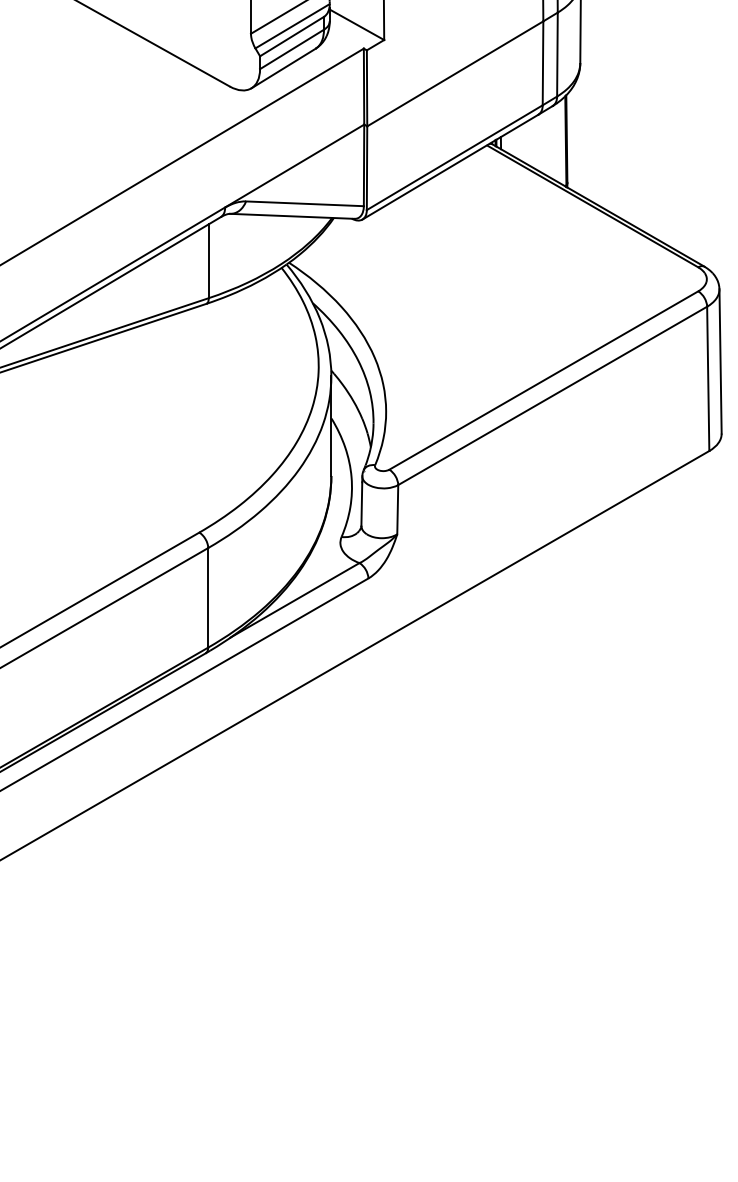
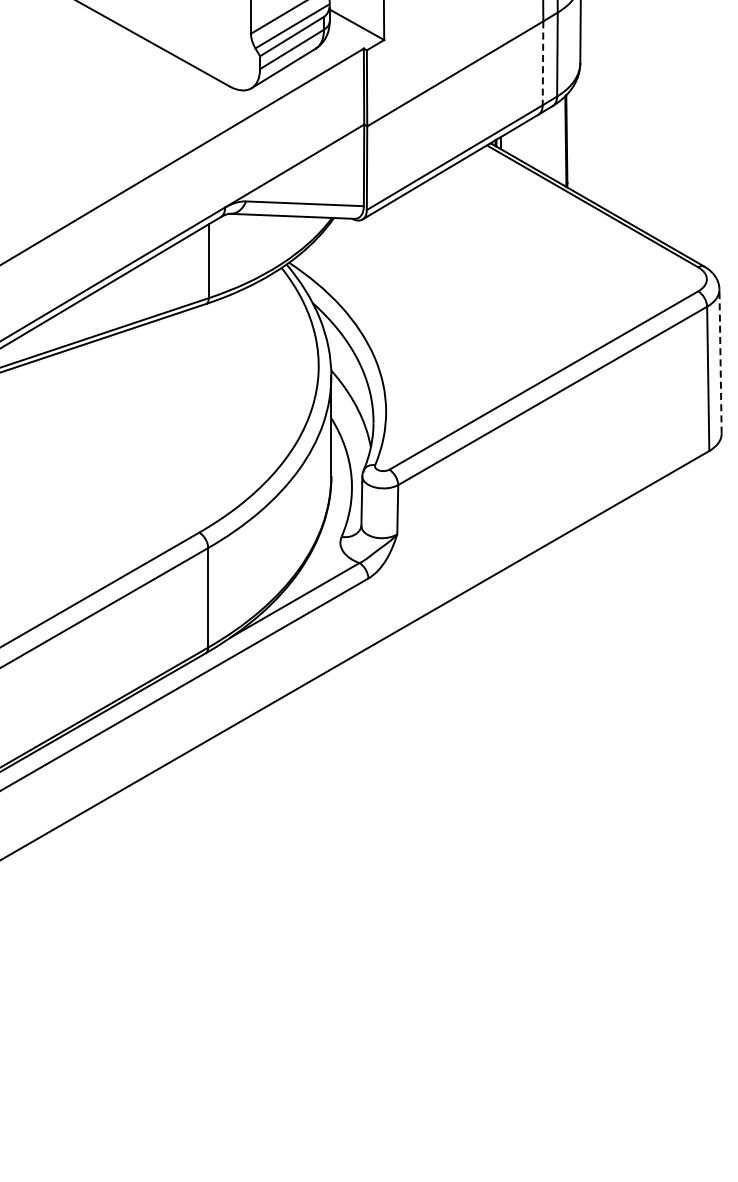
line at (543, 63): solid -> dashed
line at (720, 360): solid -> dashed
